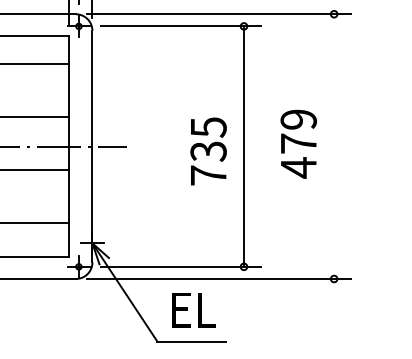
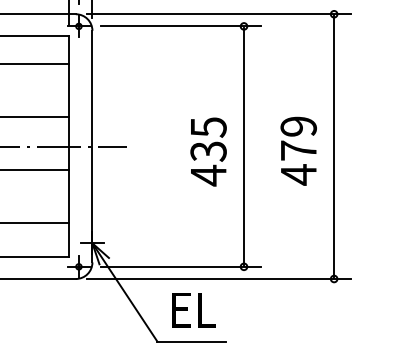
text at (298, 143) position: (298, 143) -> (298, 150)
line at (334, 146): none -> present
text at (208, 175): 735 -> 435
